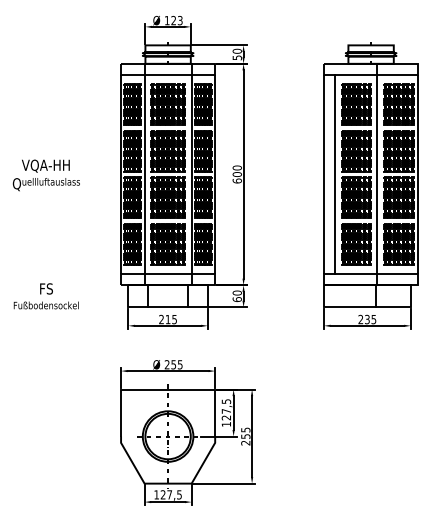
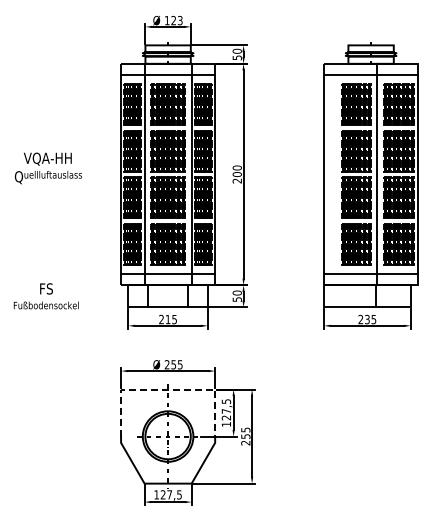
line at (335, 174): present -> none
text at (45, 175) position: (45, 175) -> (47, 168)
text at (236, 180): 600 -> 200
text at (236, 299): 60 -> 50
line at (168, 389): solid -> dashed
